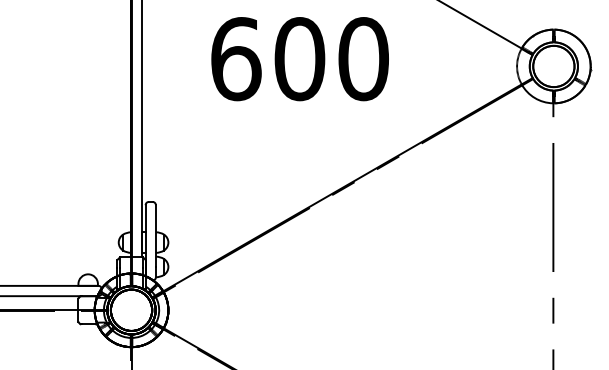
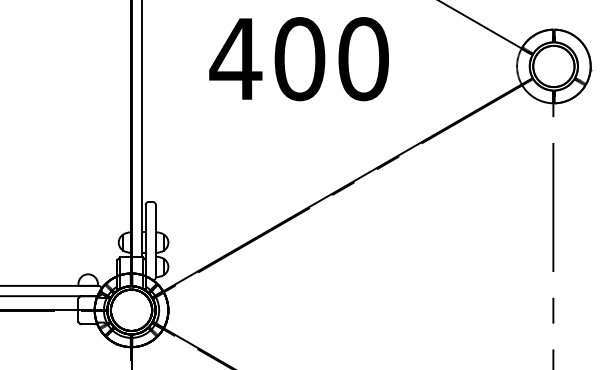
text at (235, 59): 600 -> 400
